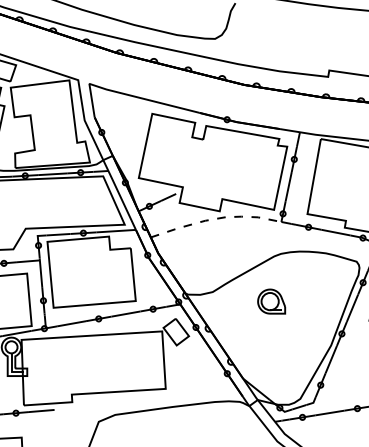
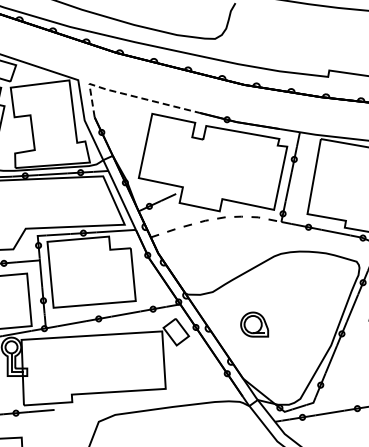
line at (127, 94): solid -> dashed
part at (271, 301) position: (271, 301) -> (254, 324)
